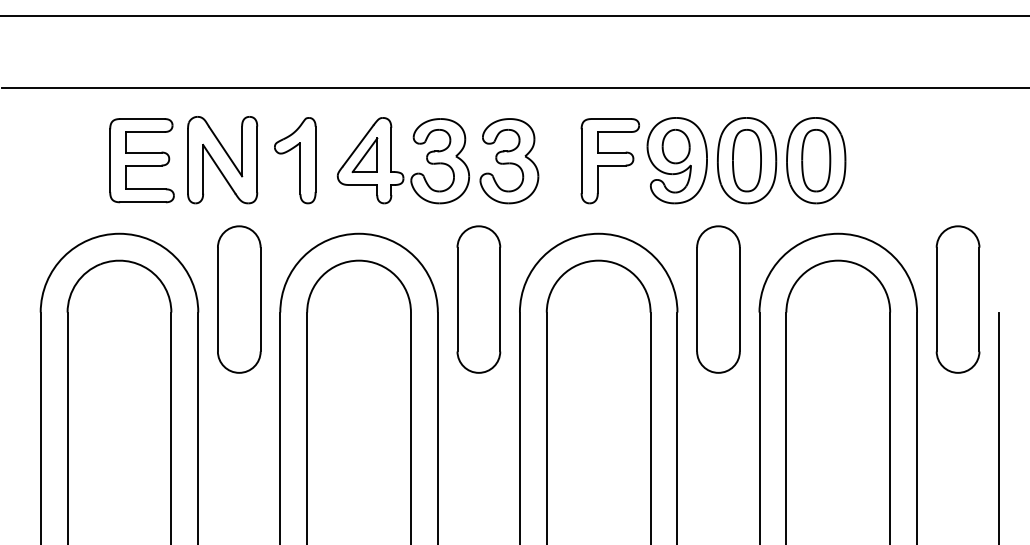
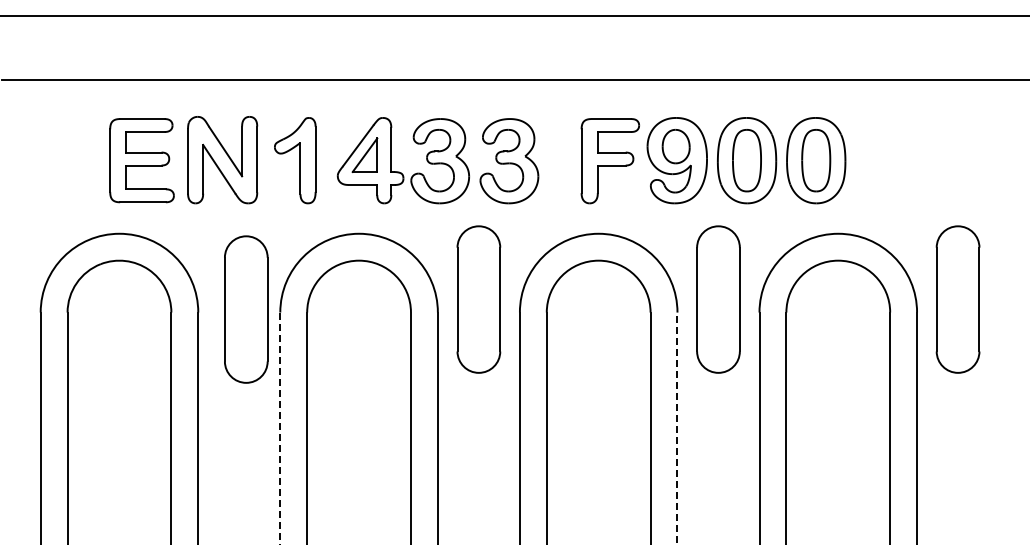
line at (514, 87) position: (514, 87) -> (514, 79)
part at (239, 299) position: (239, 299) -> (246, 309)
line at (999, 426): present -> none
line at (280, 428): solid -> dashed
line at (677, 428): solid -> dashed
